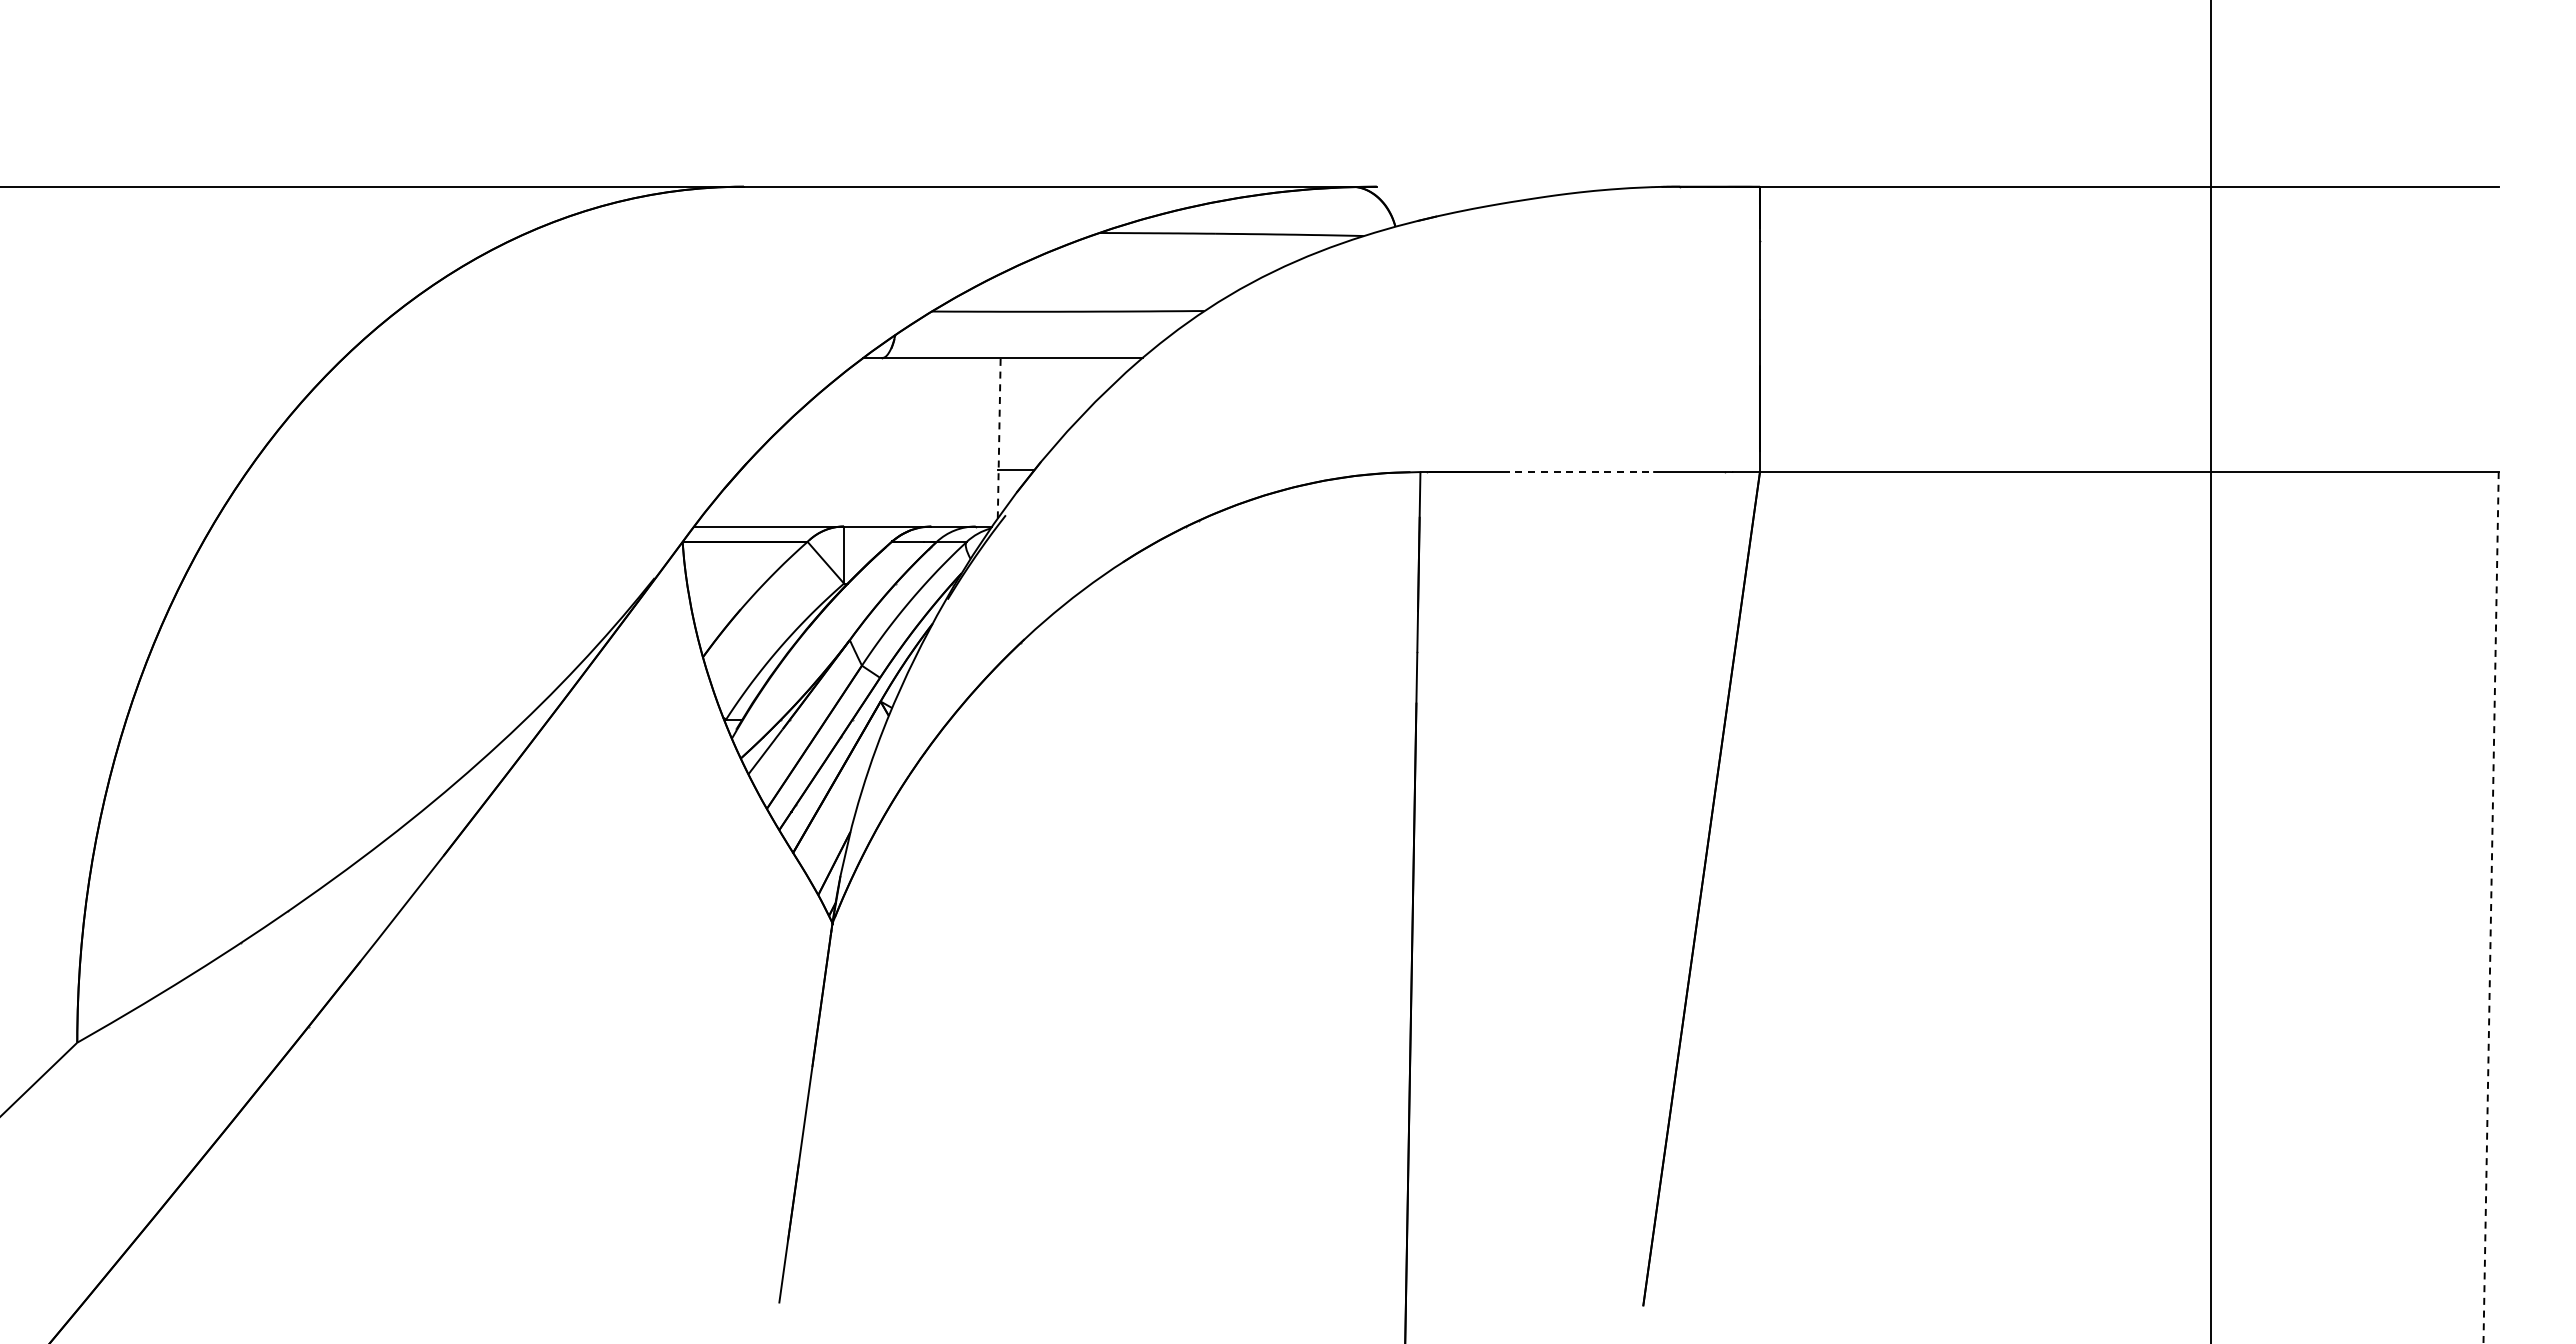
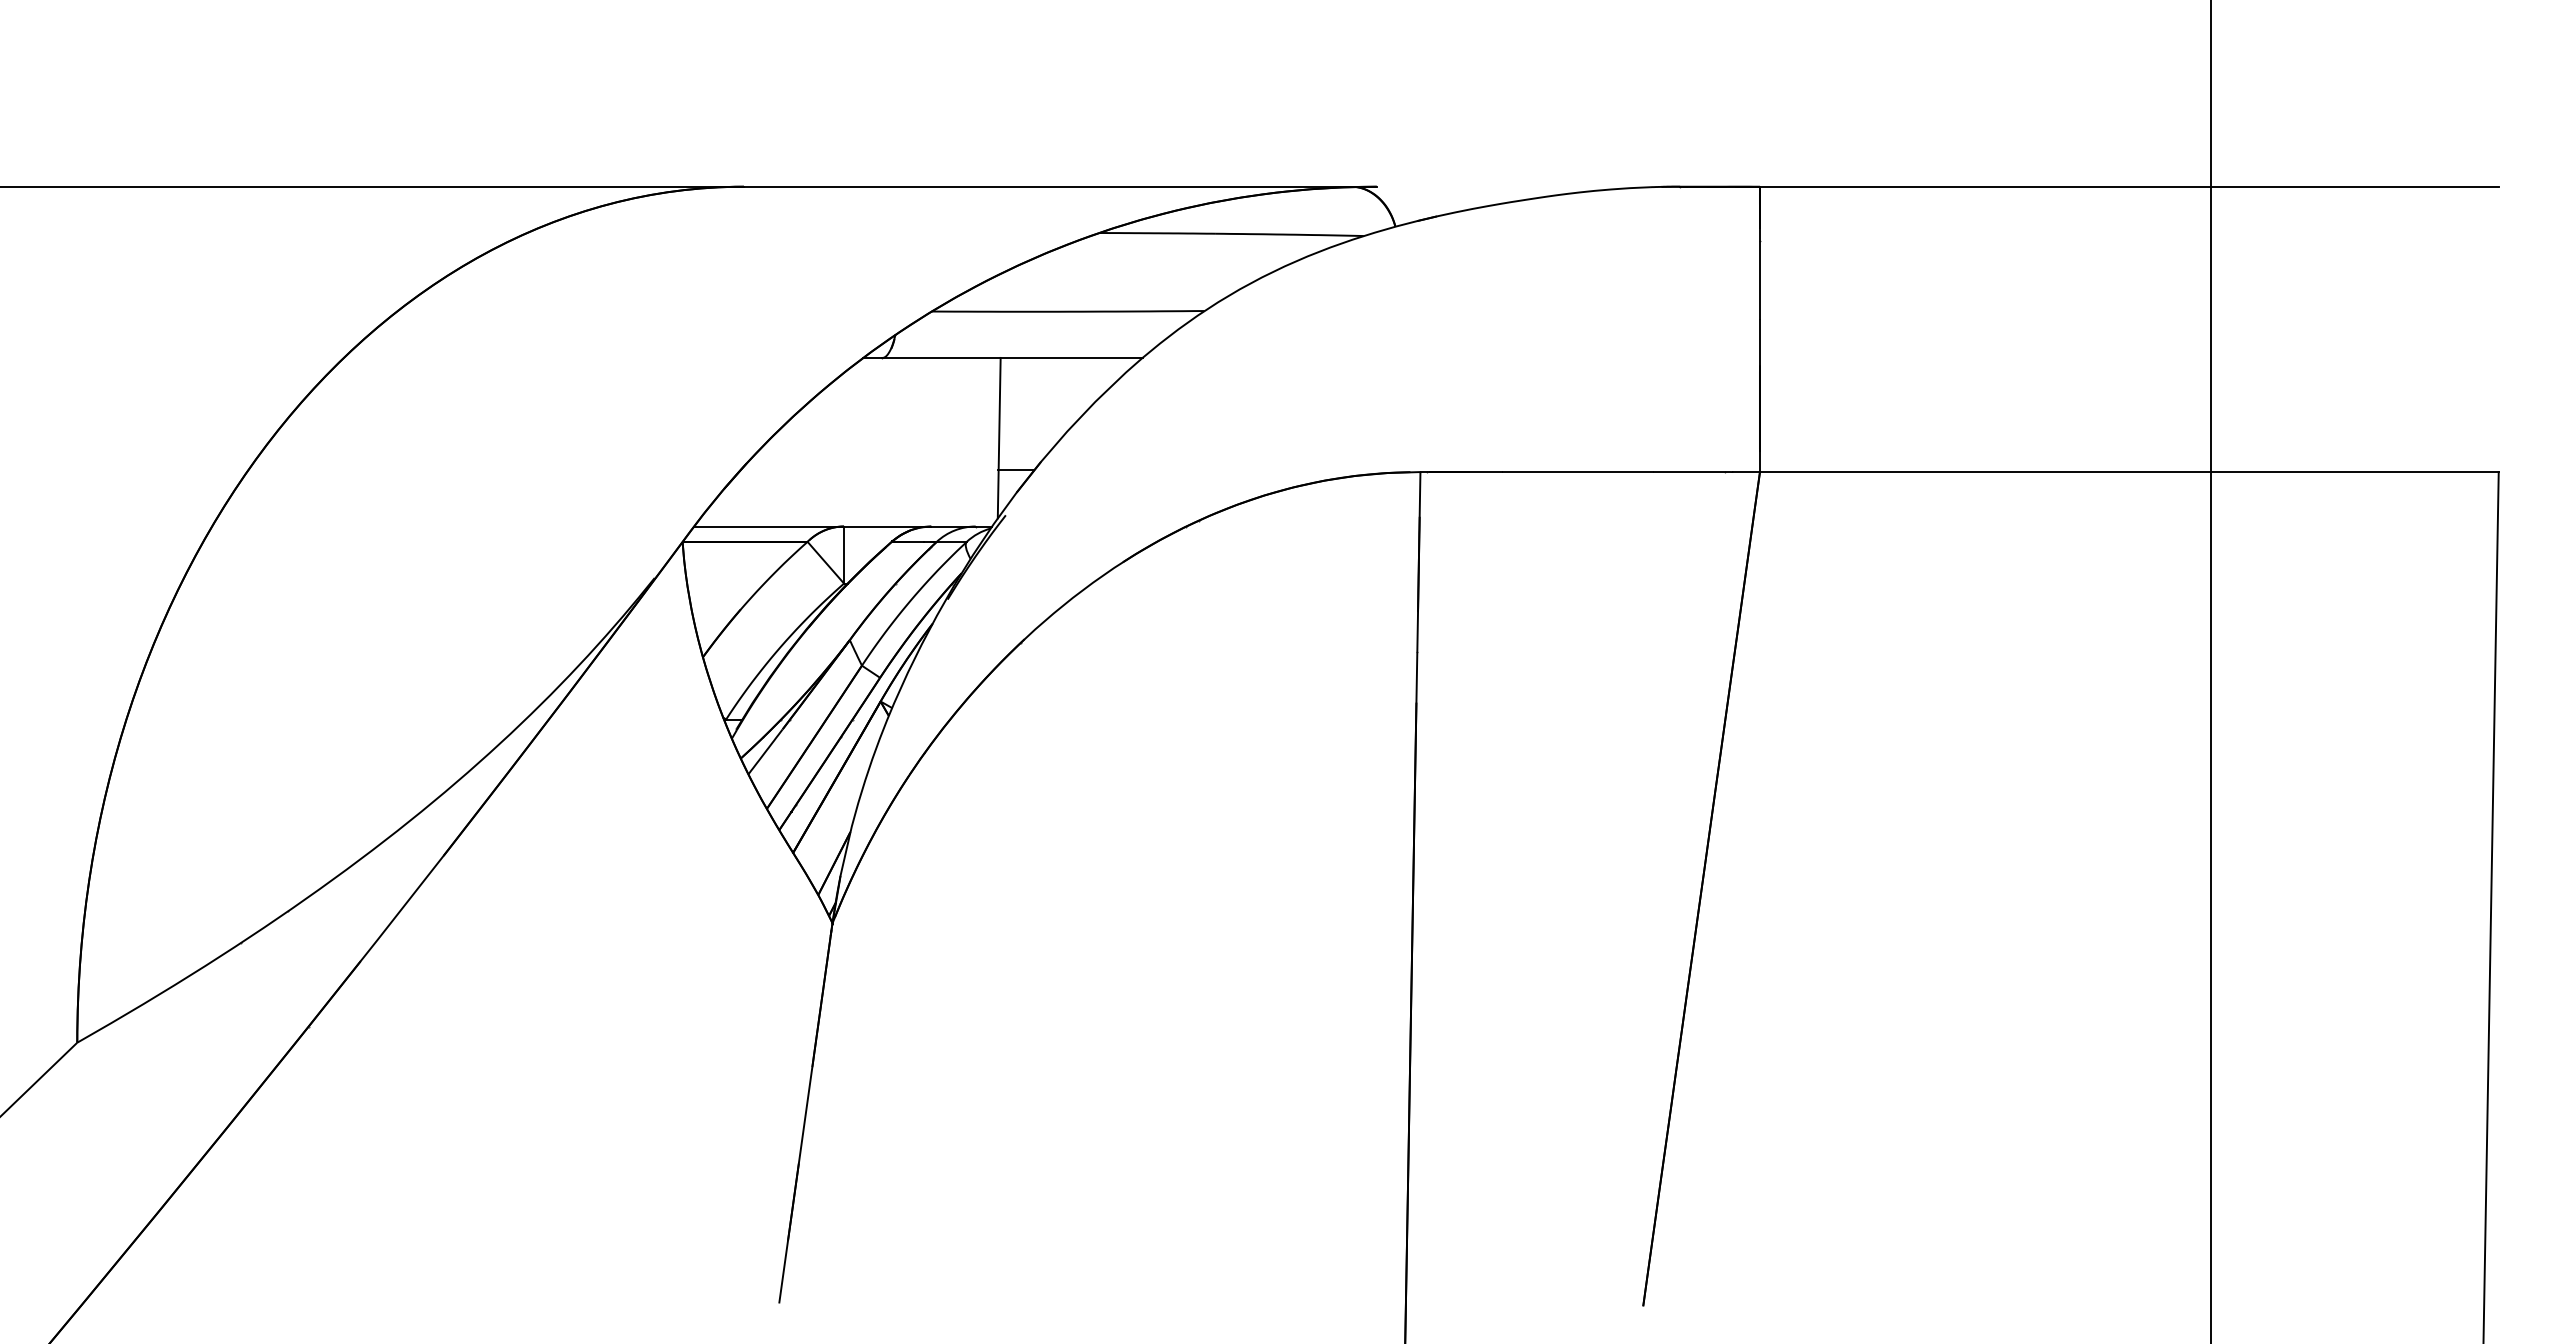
line at (999, 437): dashed -> solid
line at (1578, 472): dashed -> solid
line at (2491, 907): dashed -> solid
